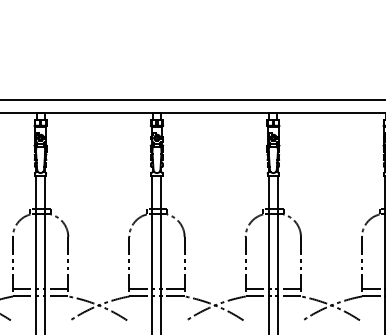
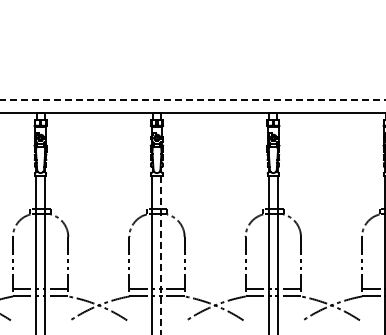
line at (193, 99): solid -> dashed
line at (161, 255): solid -> dashed
